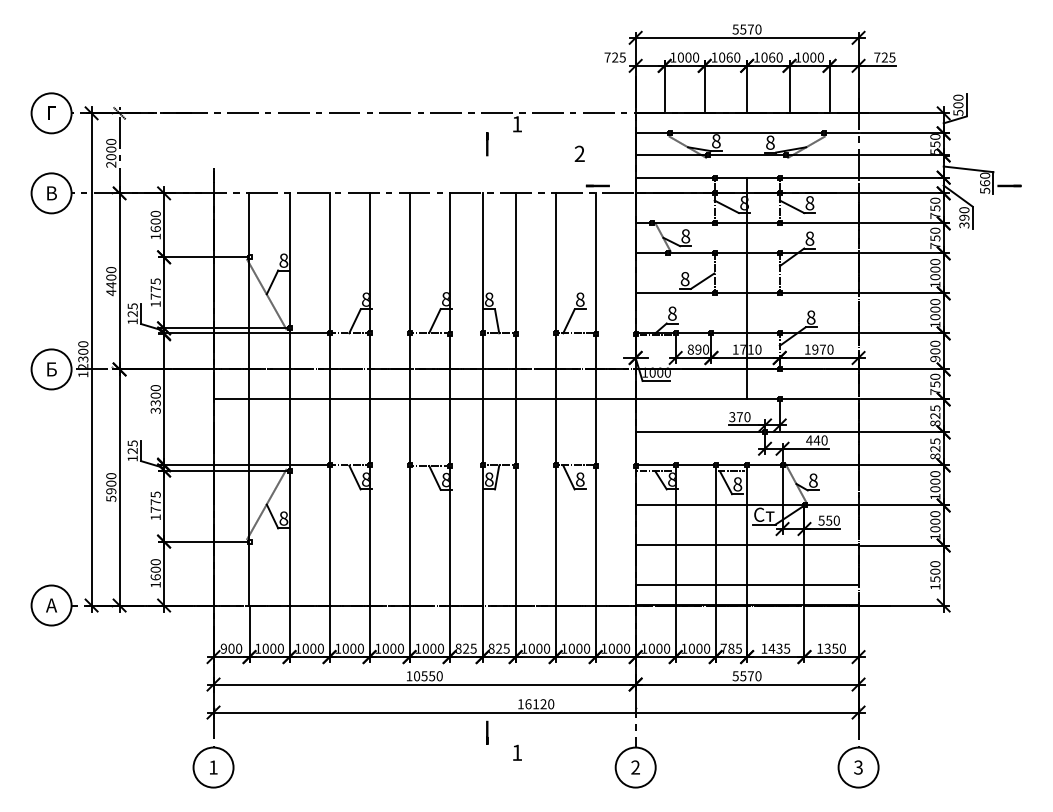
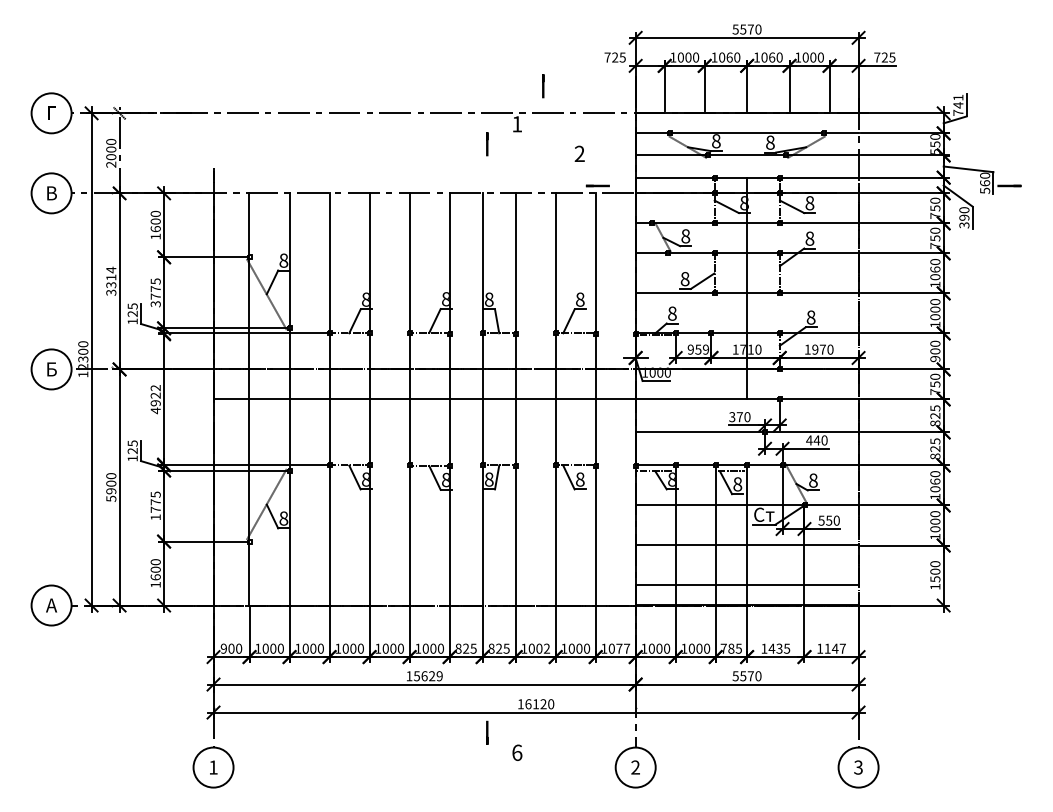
line at (543, 86): none -> present
text at (958, 104): 500 -> 741
text at (935, 269): 1000 -> 1060
text at (111, 281): 4400 -> 3314
text at (155, 304): 1775 -> 3775
text at (698, 349): 890 -> 959
text at (155, 399): 3300 -> 4922
text at (935, 481): 1000 -> 1060
text at (546, 648): 1000 -> 1002
text at (623, 648): 1000 -> 1077
text at (834, 648): 1350 -> 1147
text at (428, 676): 10550 -> 15629
text at (517, 752): 1 -> 6
